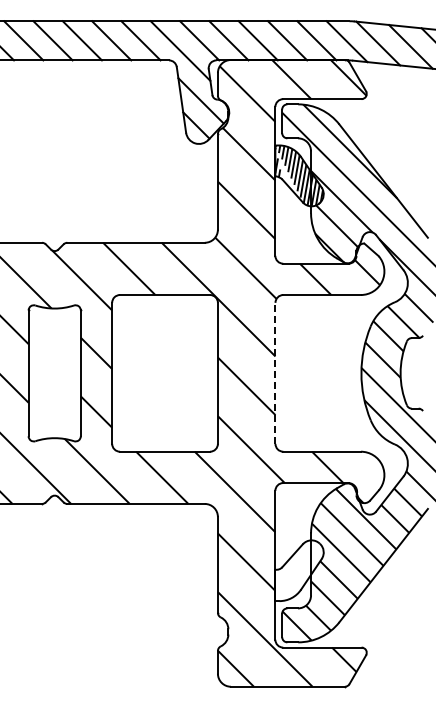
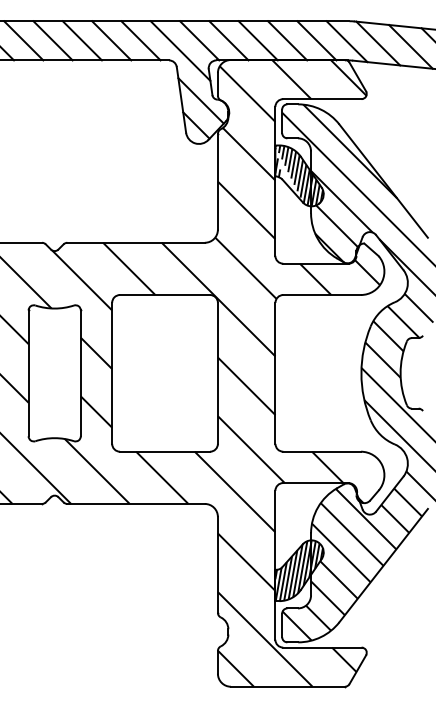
line at (275, 373): dashed -> solid
hatch at (298, 570): none -> present
